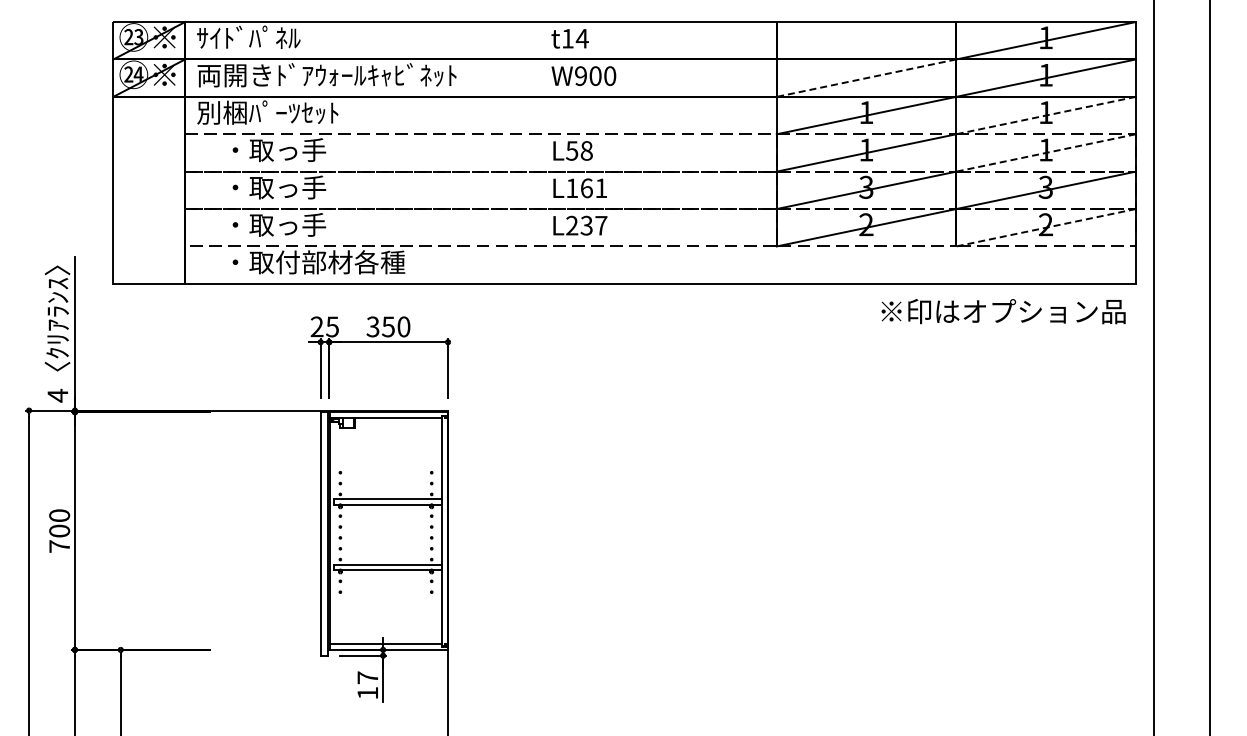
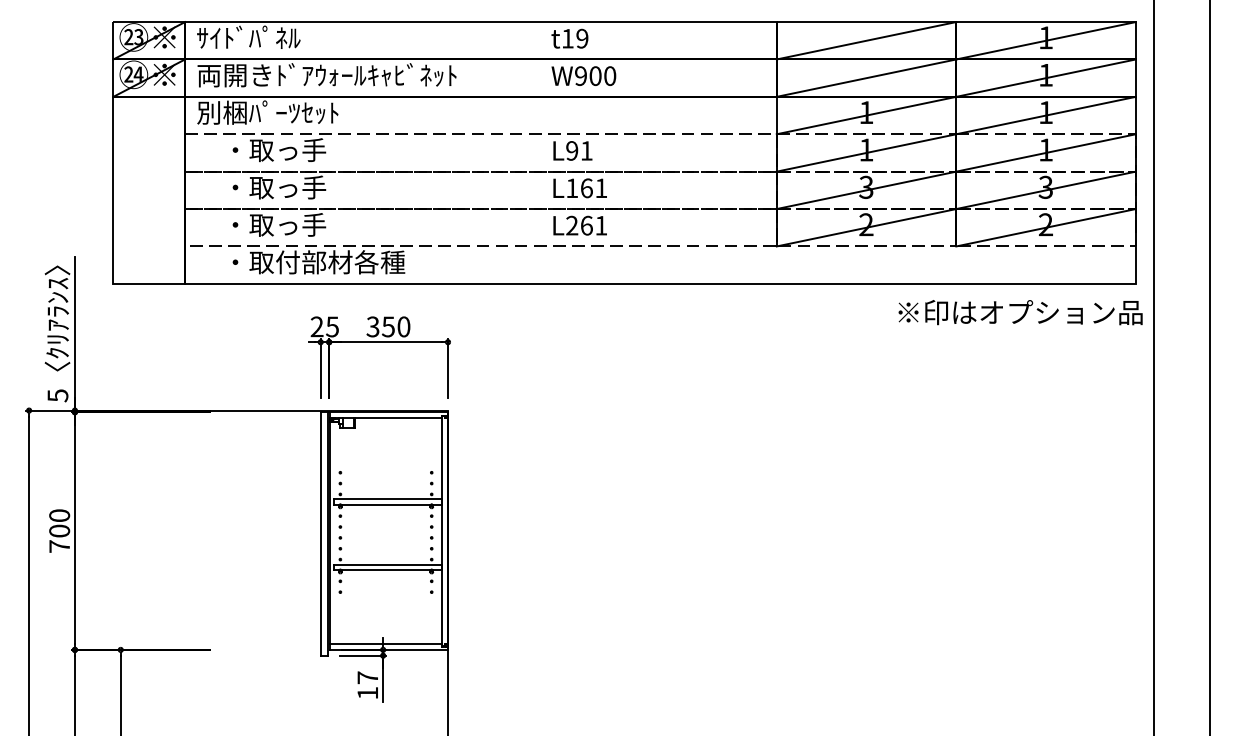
text at (581, 38): t14 -> t19
line at (866, 40): none -> present
line at (866, 78): dashed -> solid
line at (1046, 115): dashed -> solid
text at (579, 150): L58 -> L91
line at (1046, 152): dashed -> solid
text at (593, 225): L237 -> L261
line at (1046, 227): dashed -> solid
text at (1003, 311) position: (1003, 311) -> (1020, 312)
text at (57, 395): 4 -> 5
